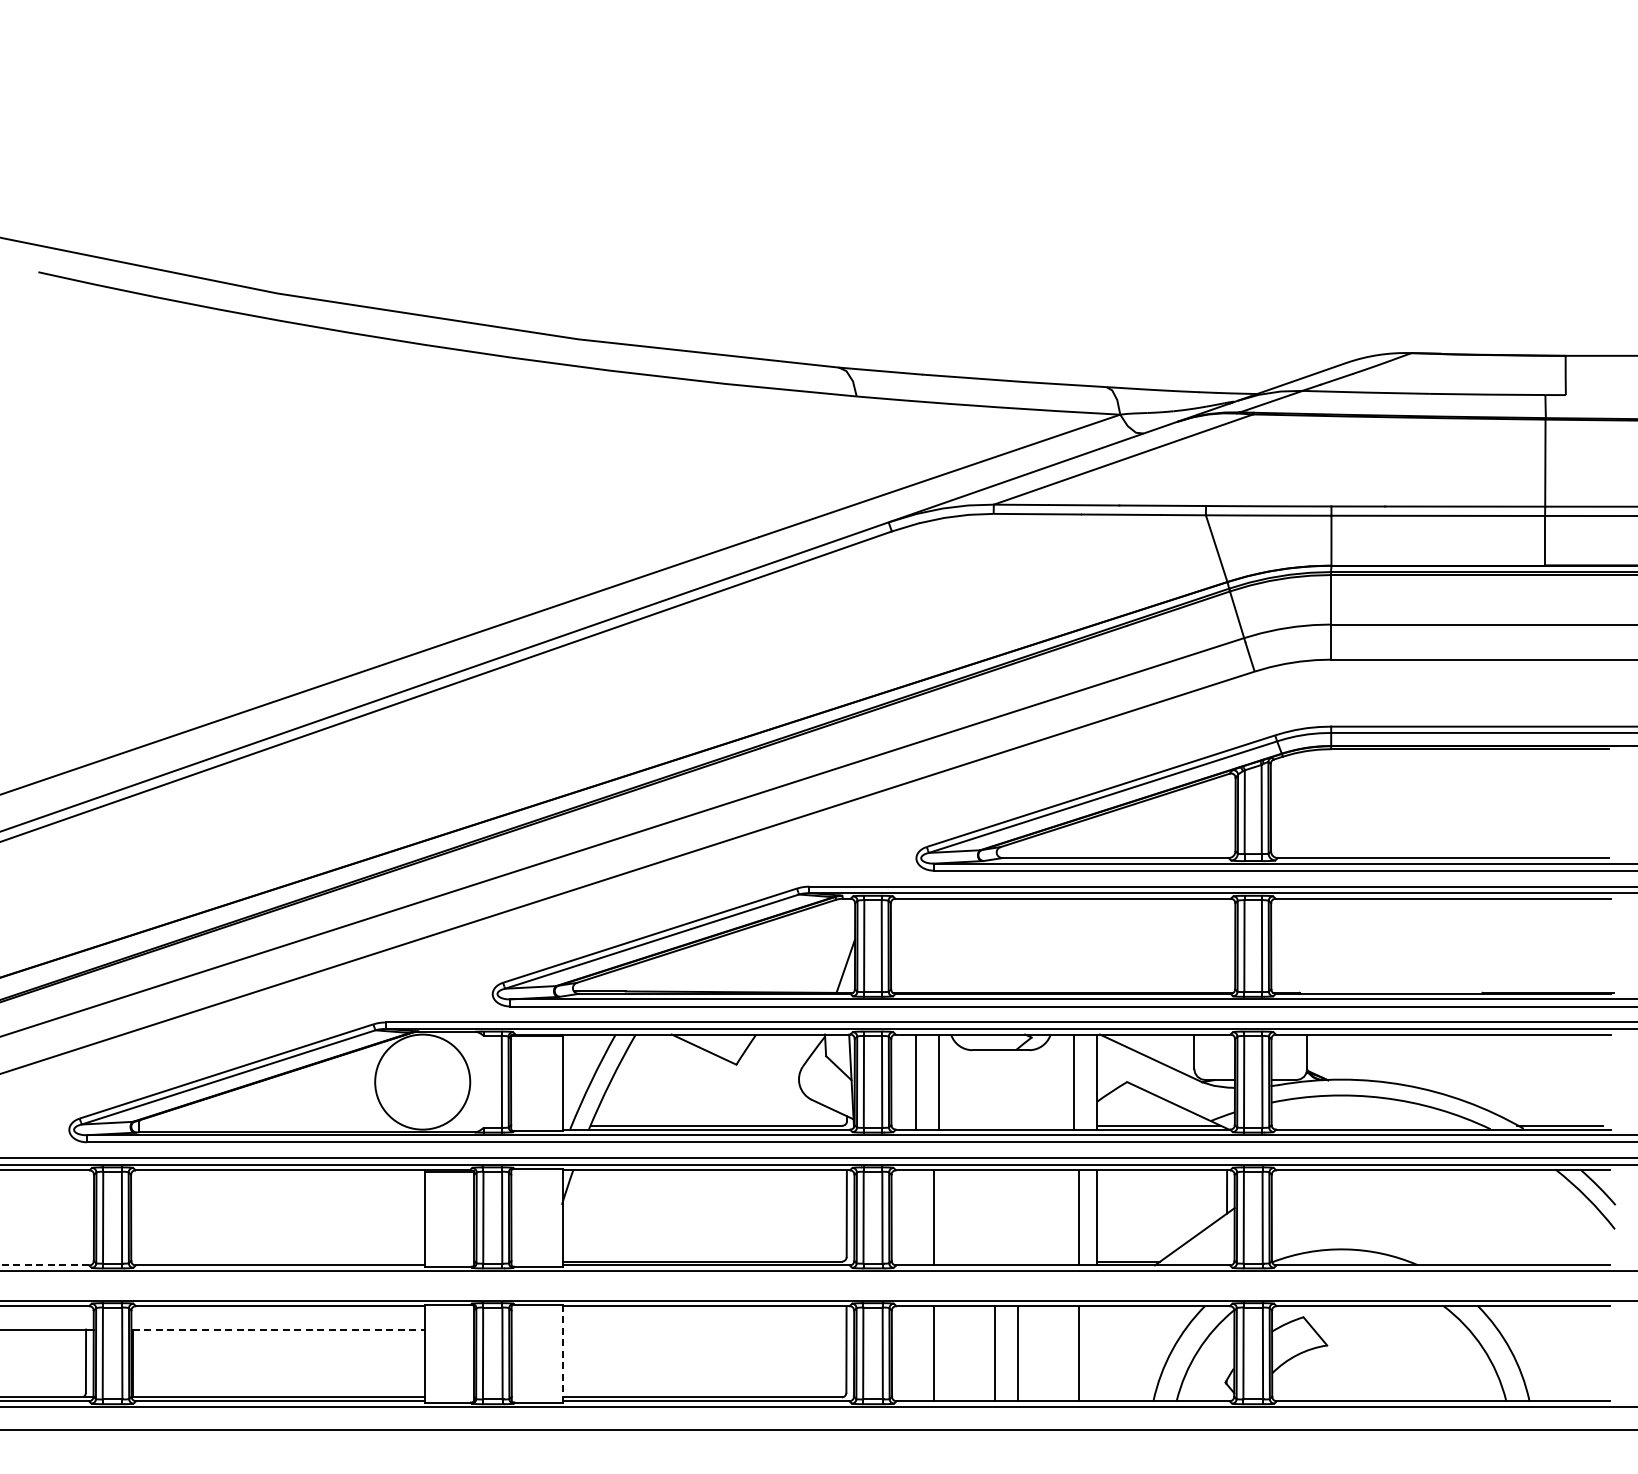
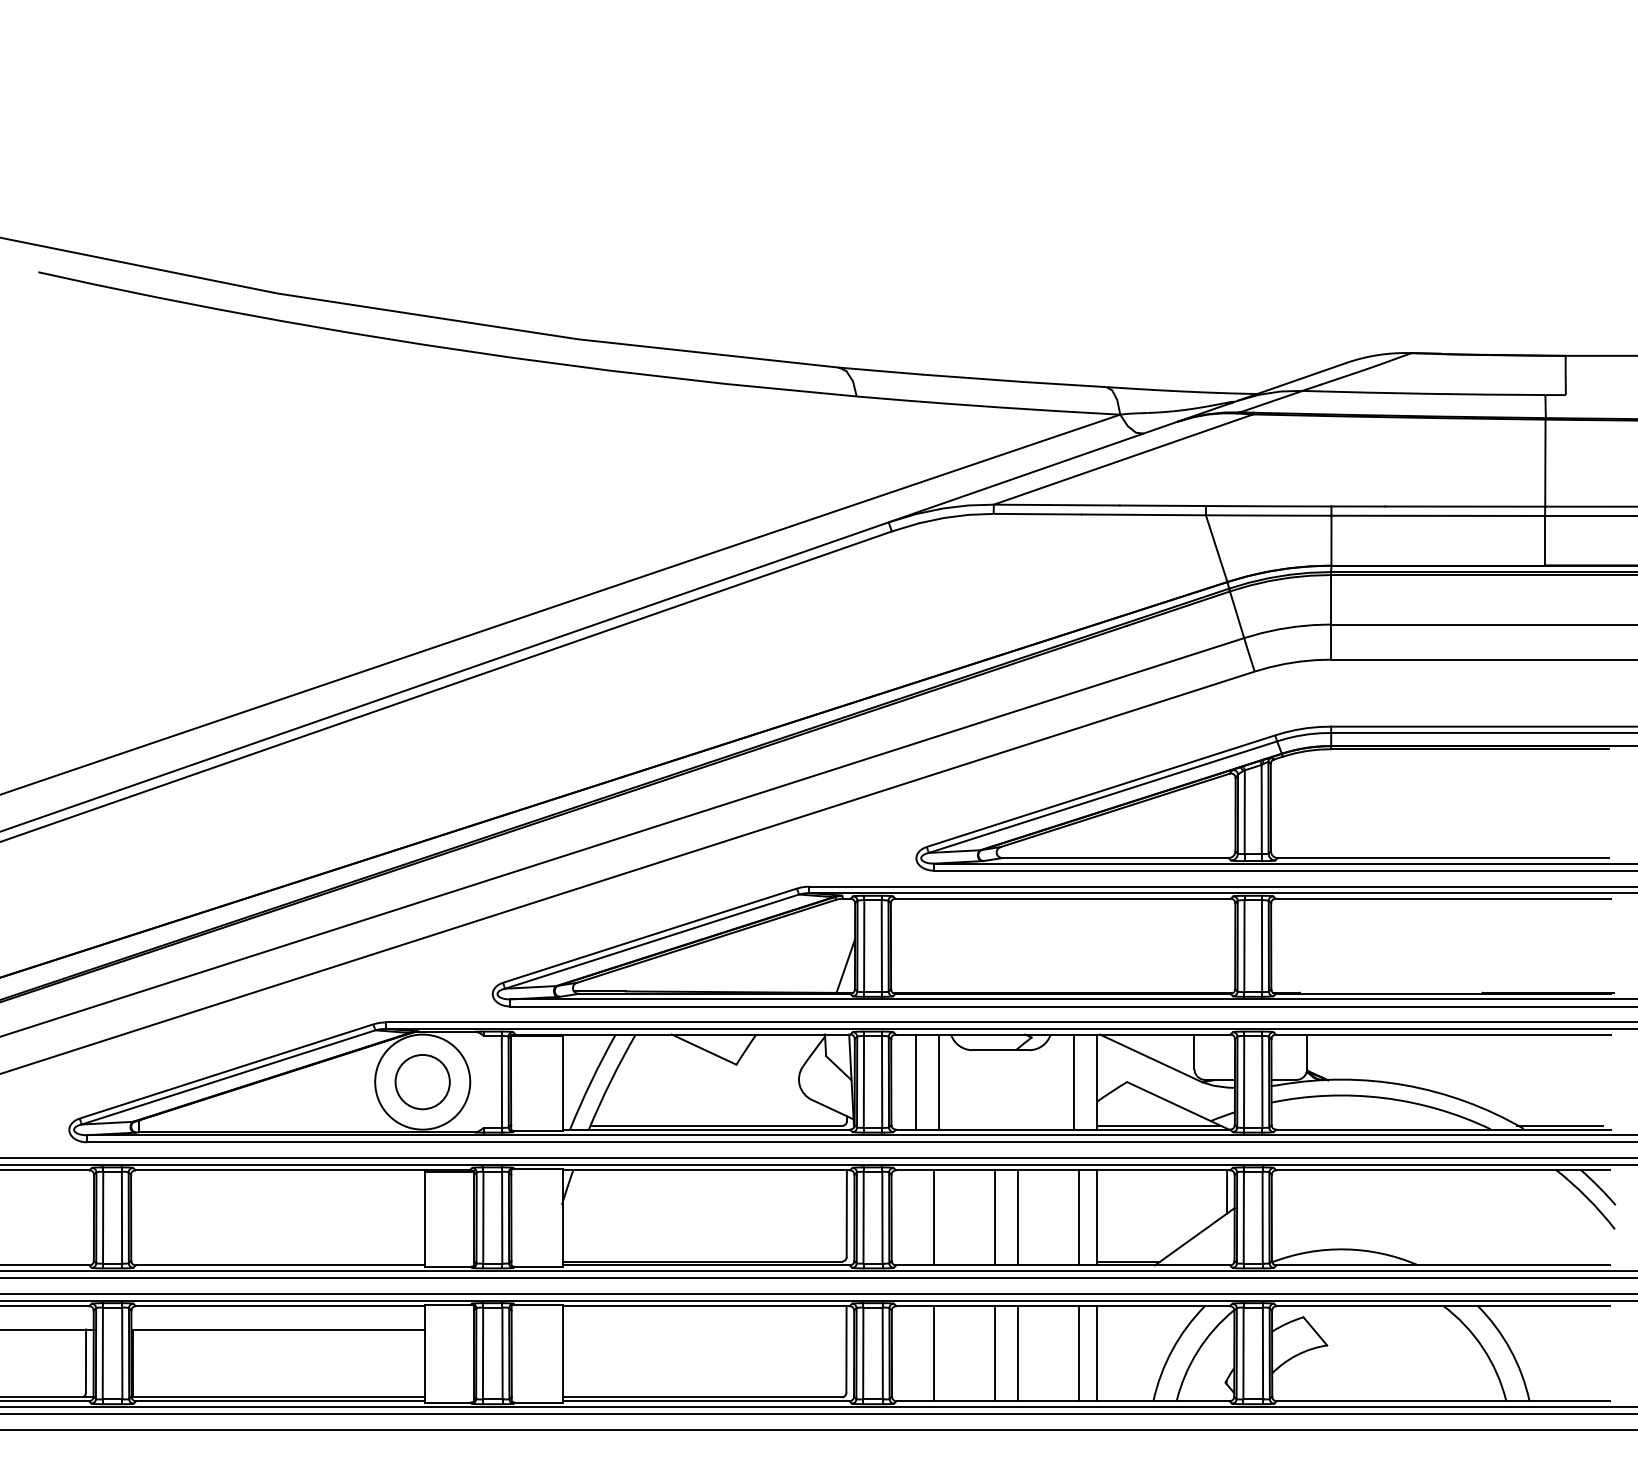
circle at (422, 1082): none -> present
line at (995, 1217): none -> present
line at (1017, 1217): none -> present
line at (44, 1265): dashed -> solid
line at (818, 1278): none -> present
line at (818, 1294): none -> present
line at (279, 1329): dashed -> solid
line at (563, 1353): dashed -> solid
line at (1097, 1353): none -> present
line at (818, 1413): none -> present
